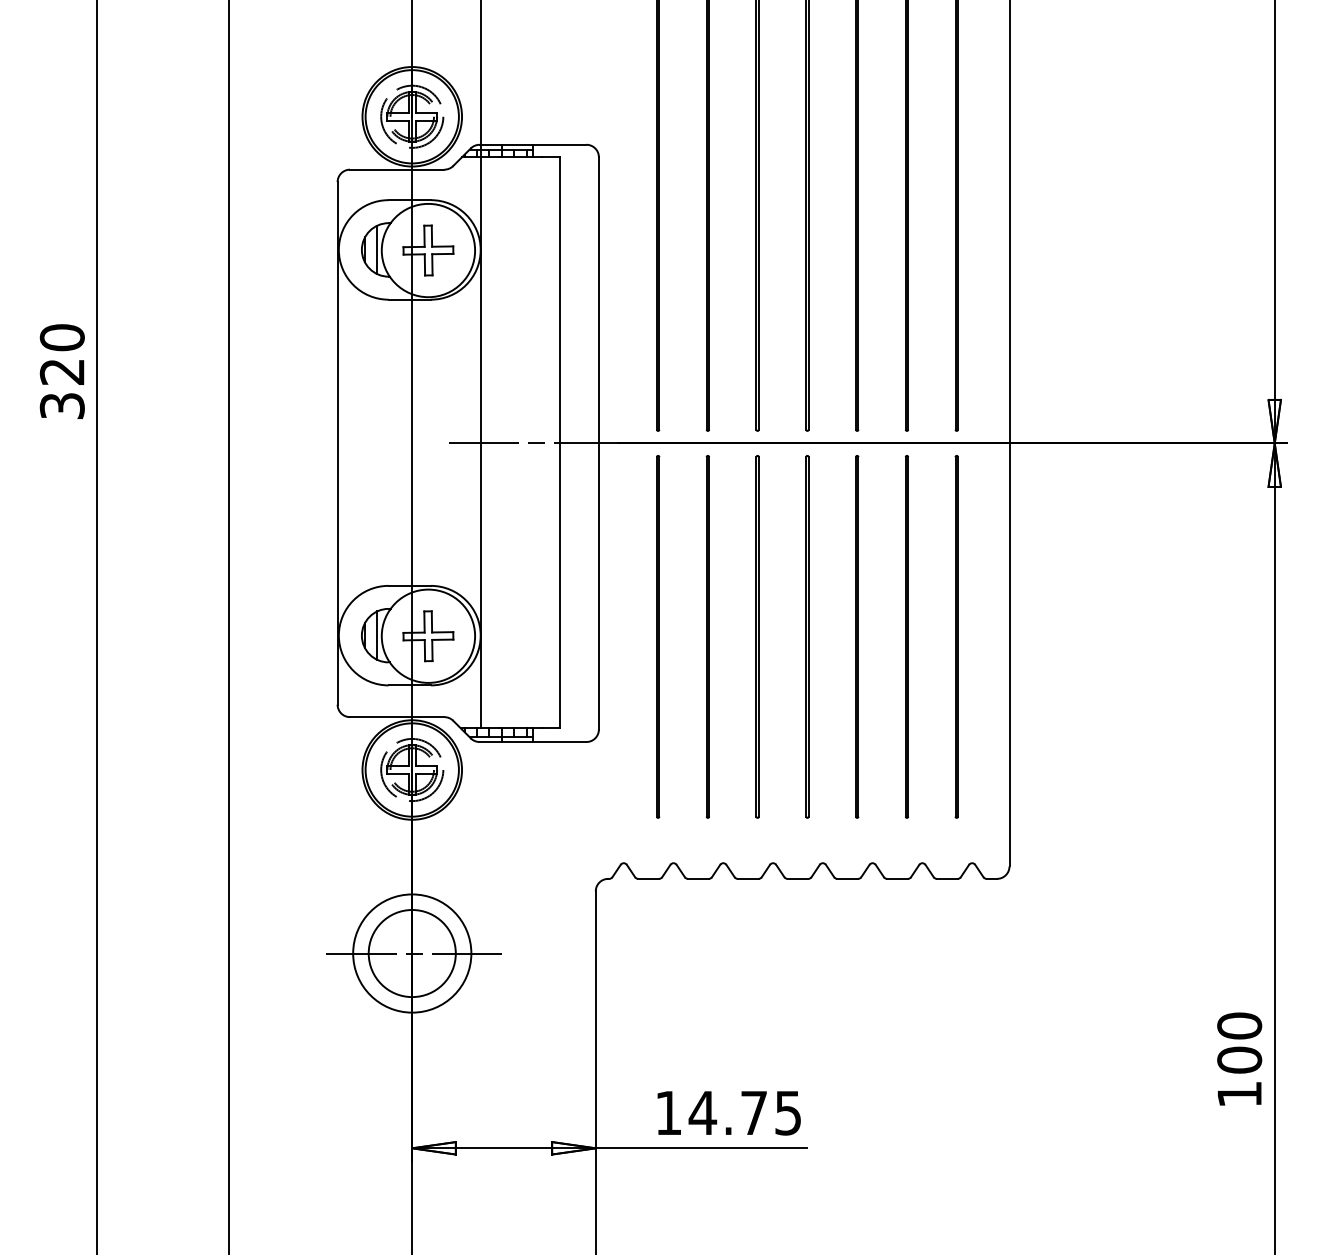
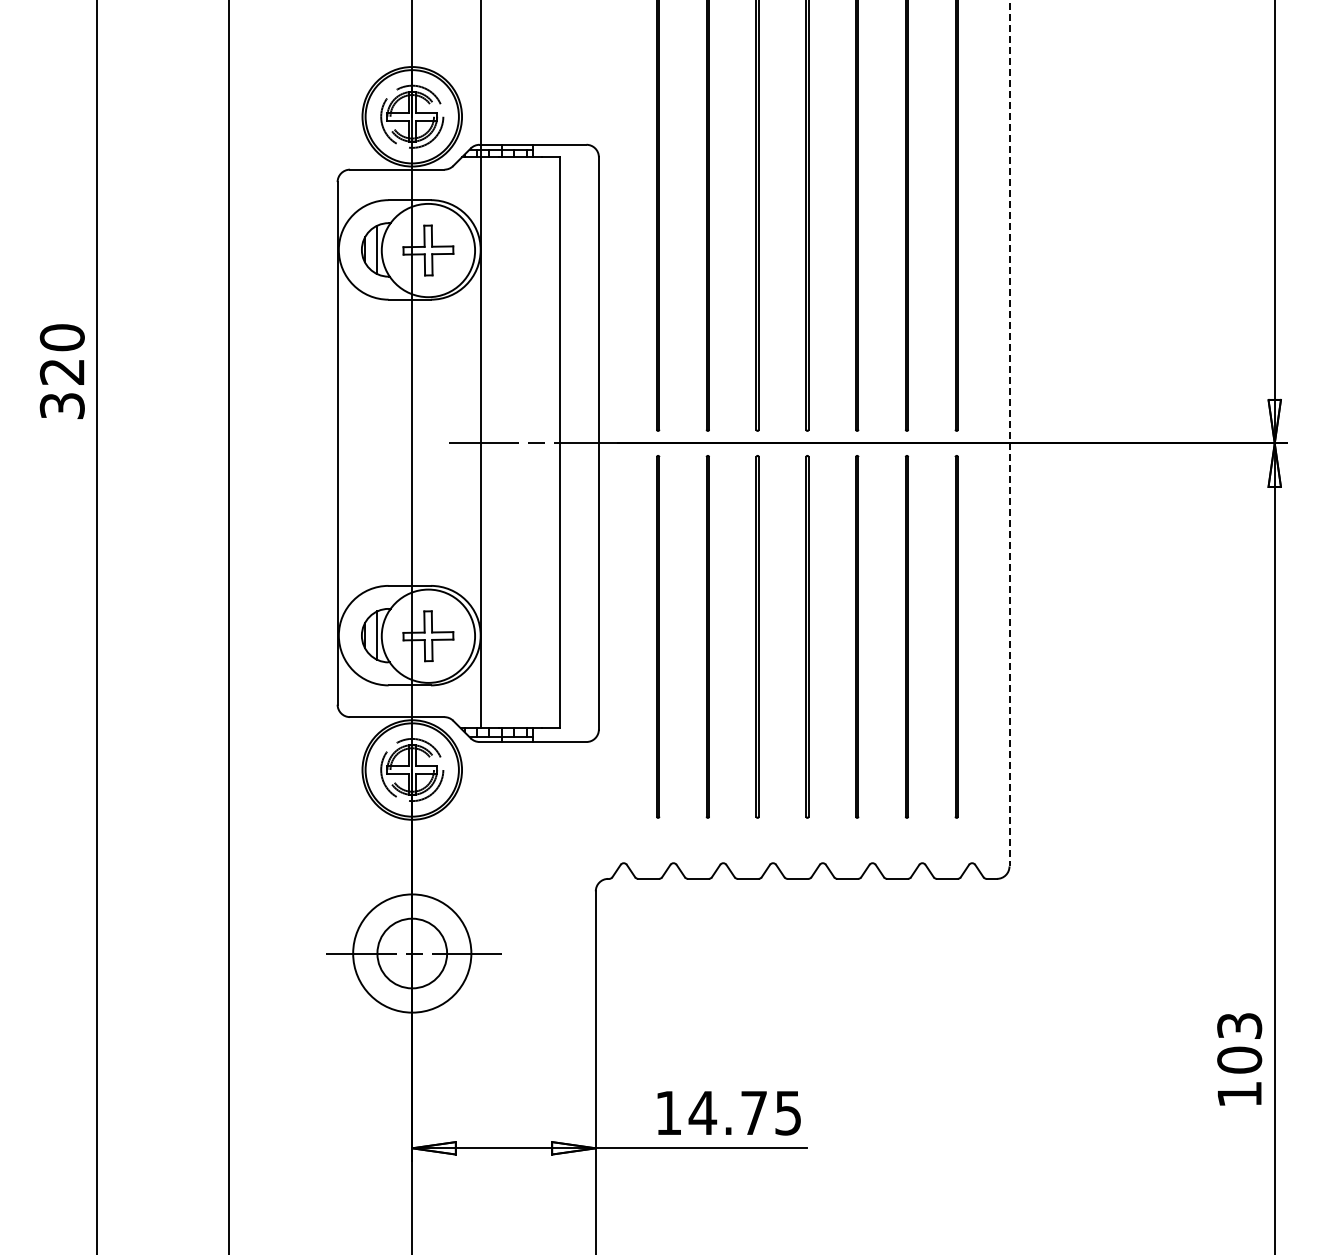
line at (1009, 433): solid -> dashed
circle at (411, 953) diameter: 87 px -> 70 px
text at (1239, 1025): 100 -> 103
